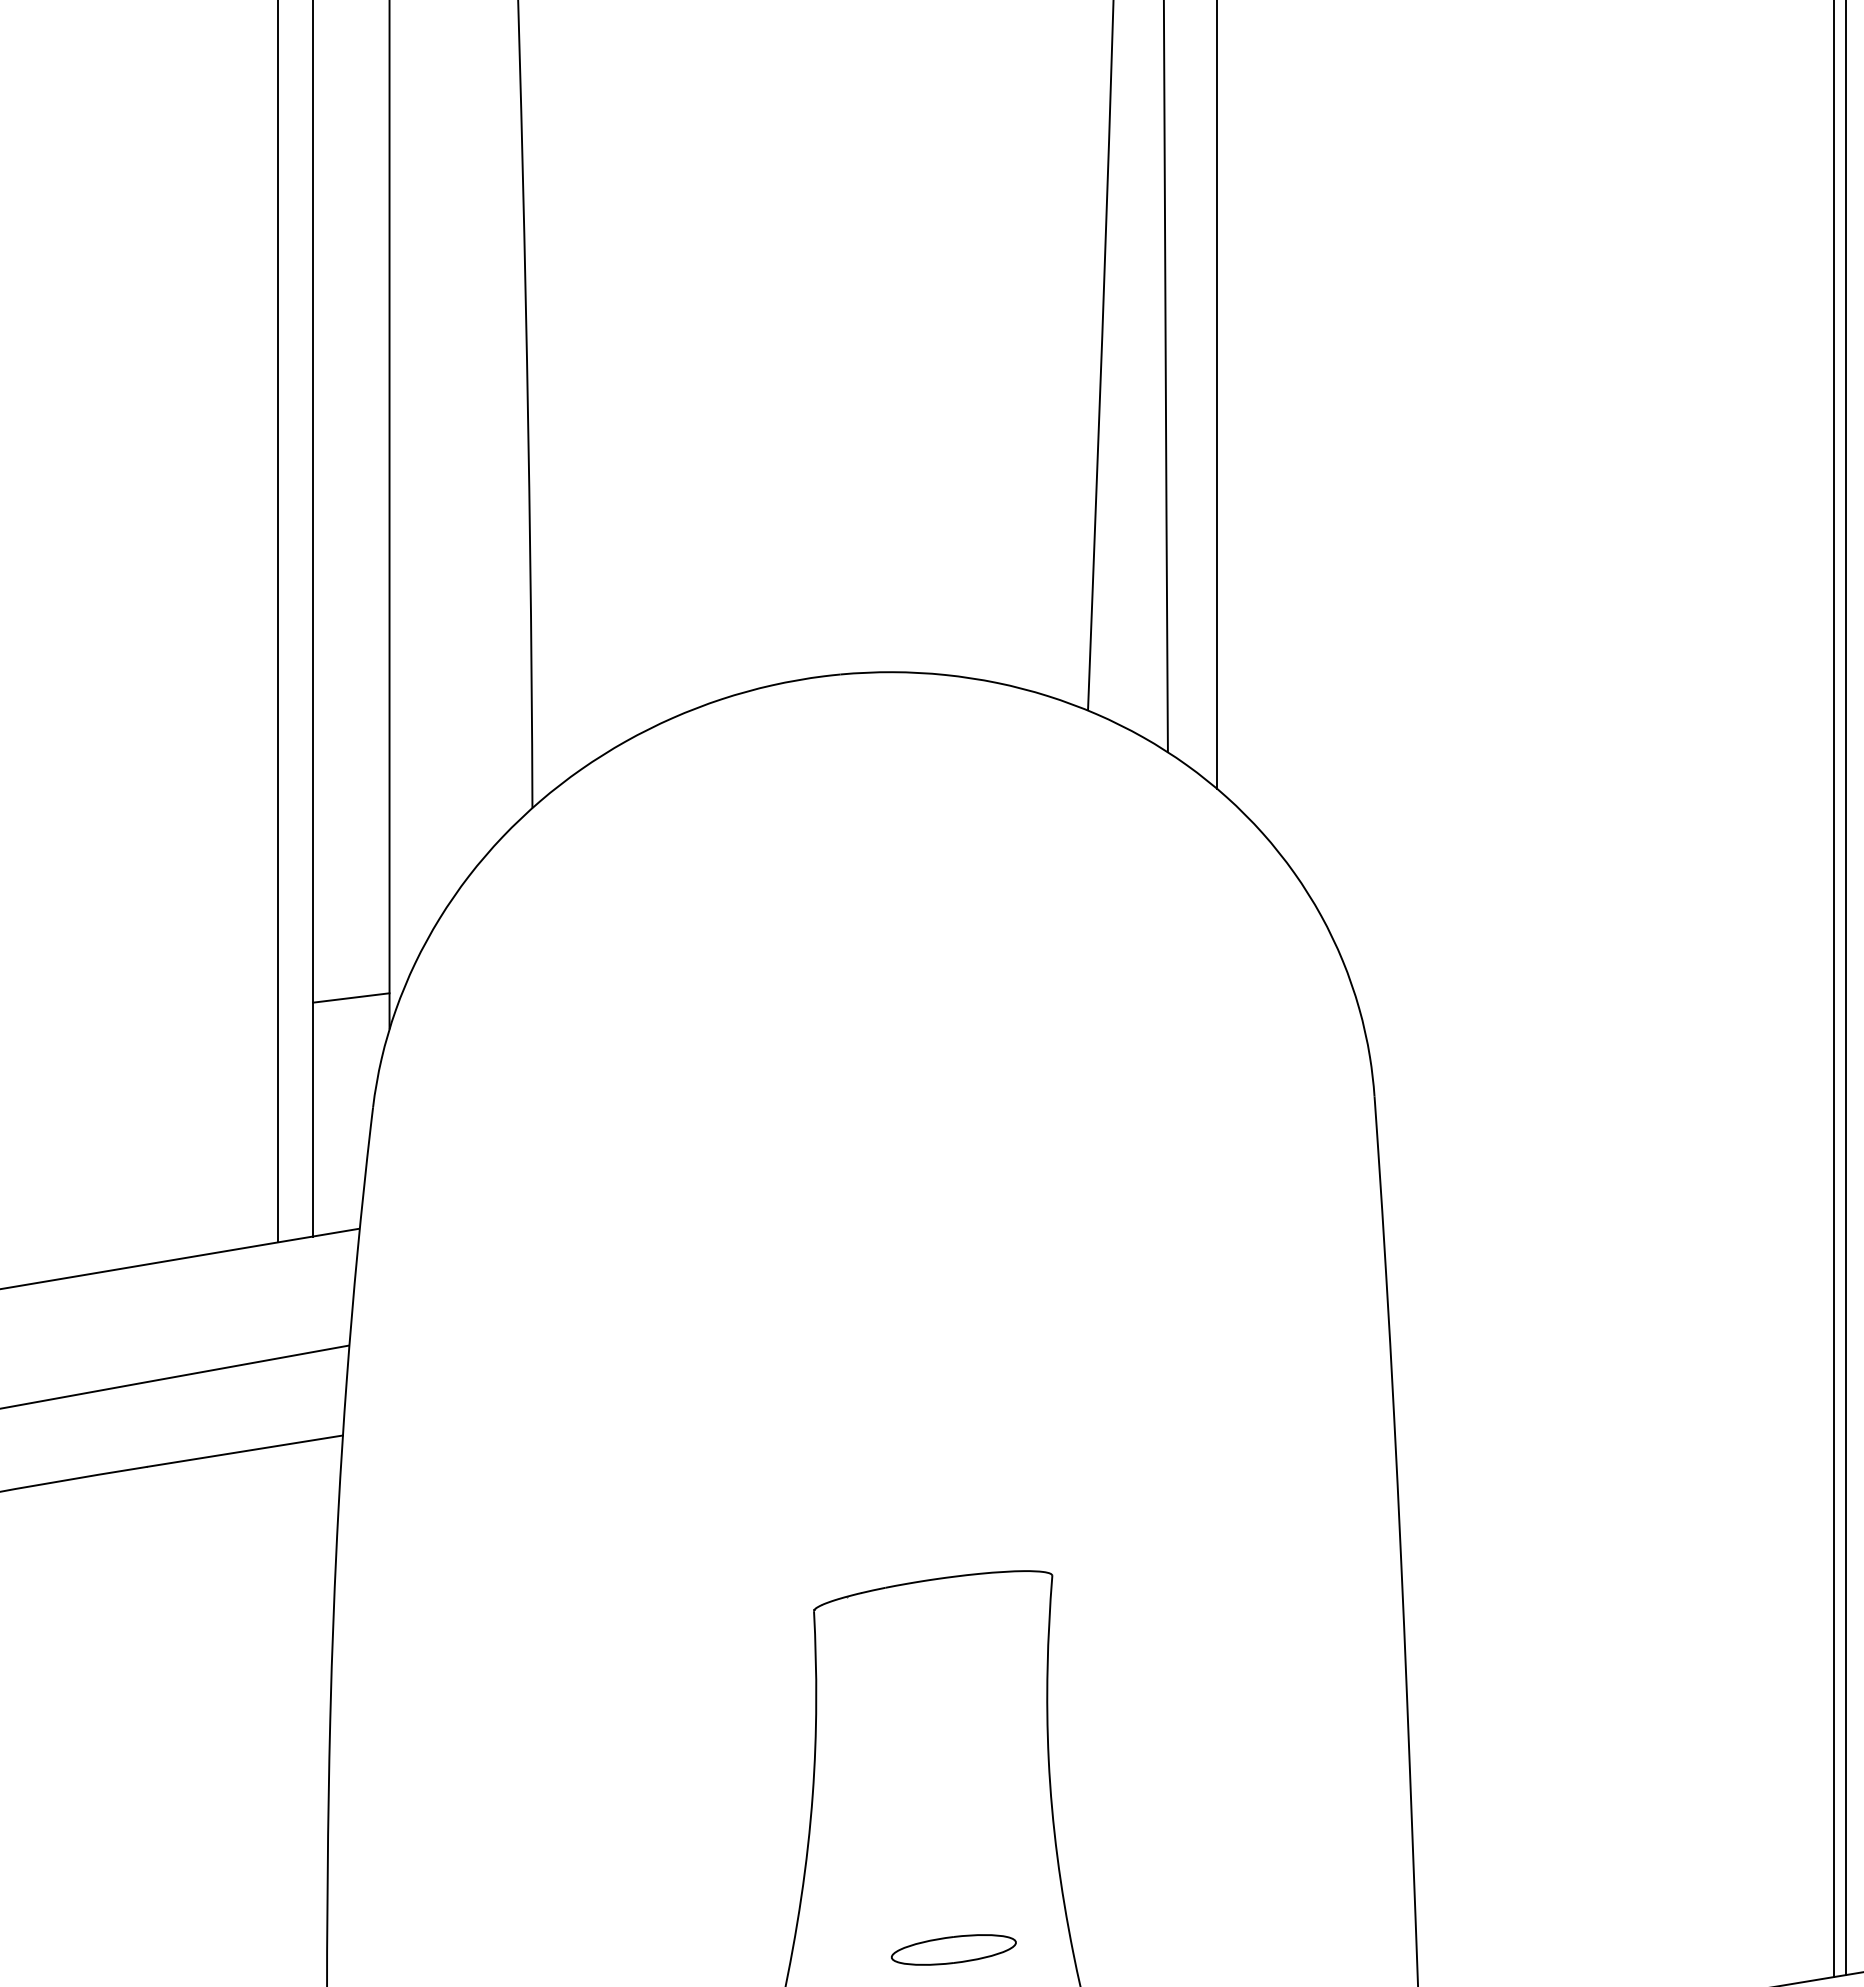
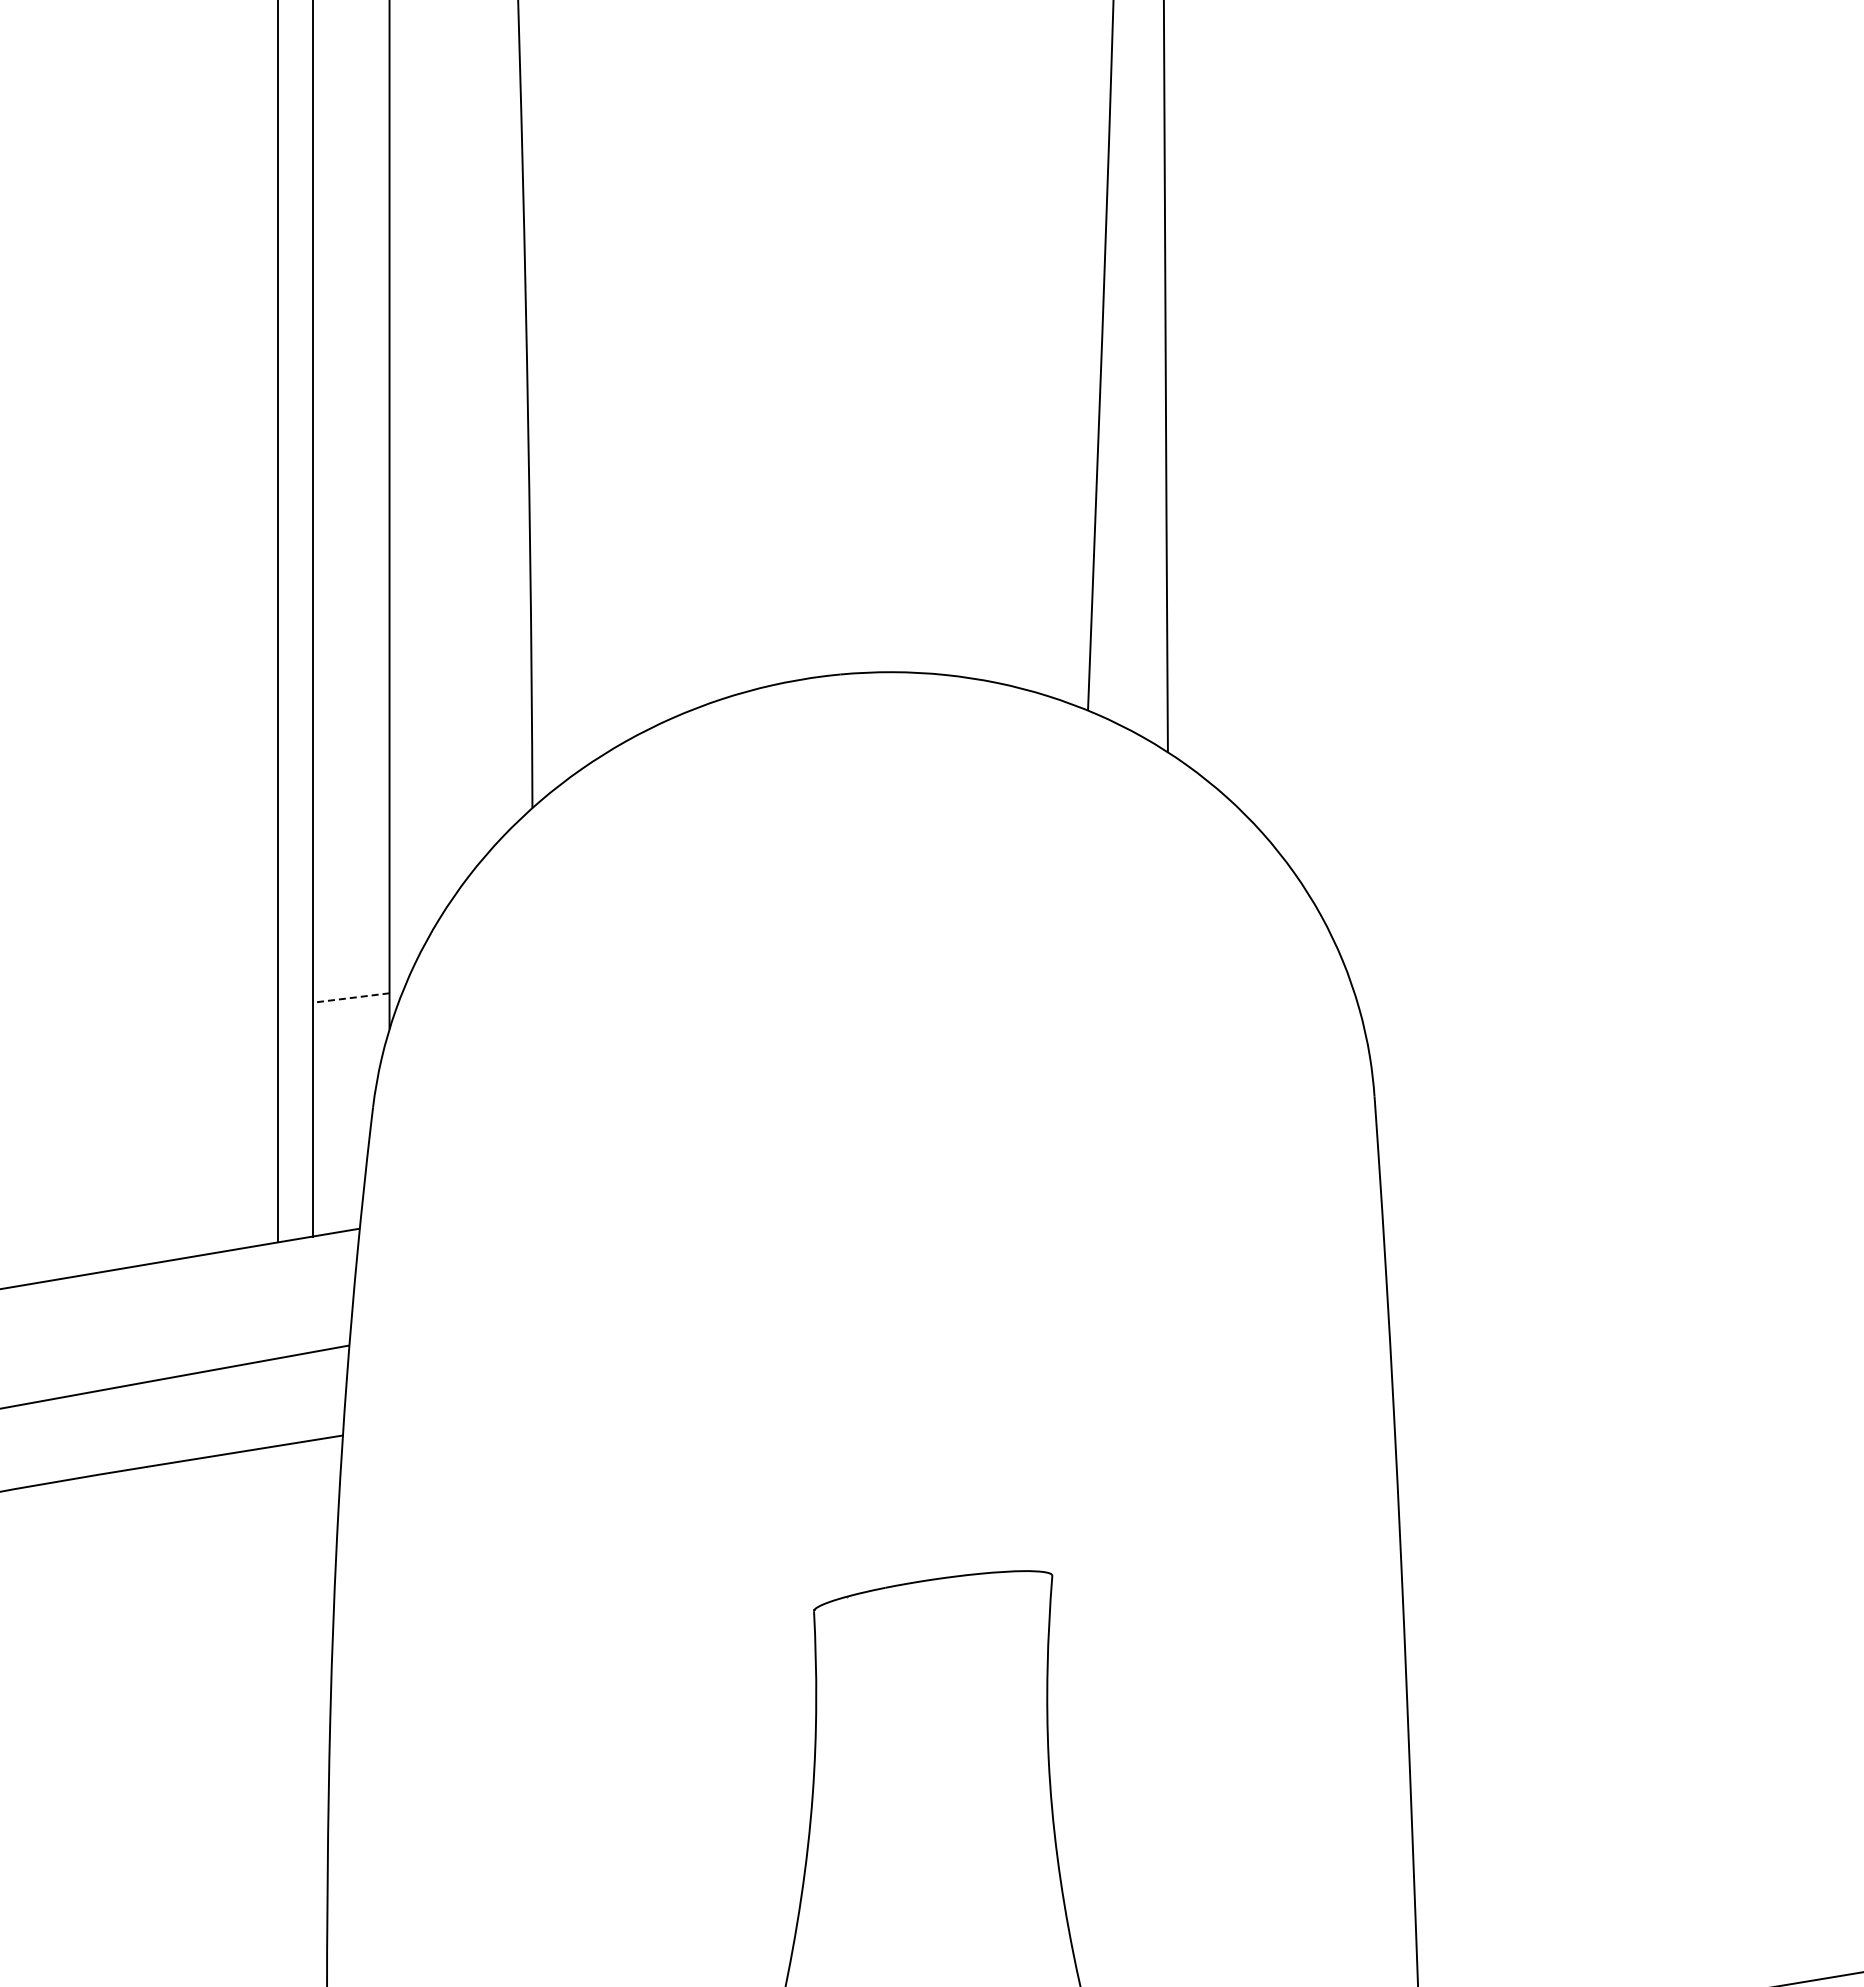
line at (1217, 395): present -> none
line at (1846, 988): present -> none
line at (1833, 989): present -> none
line at (351, 997): solid -> dashed
part at (953, 1949): present -> none
